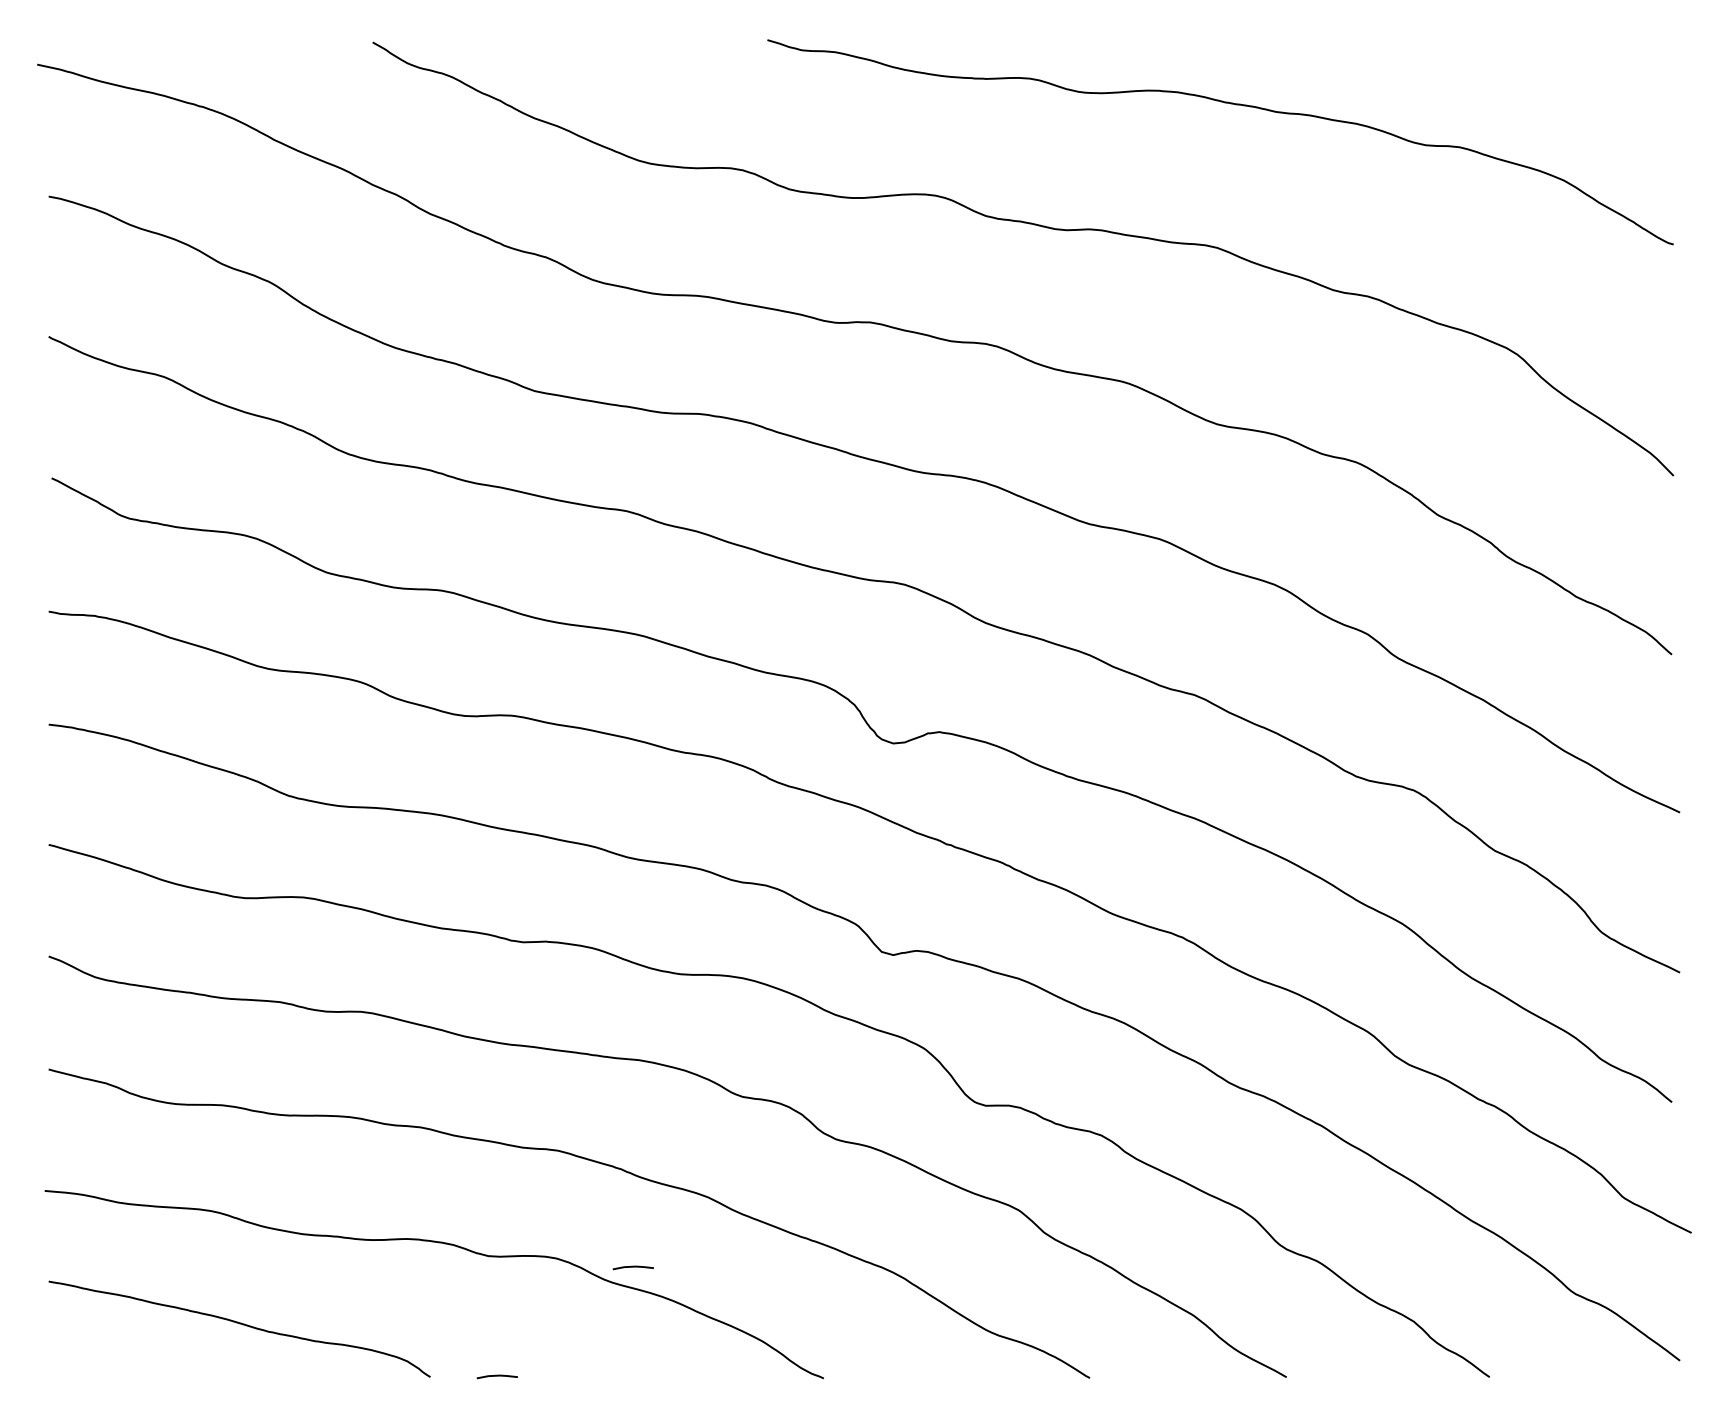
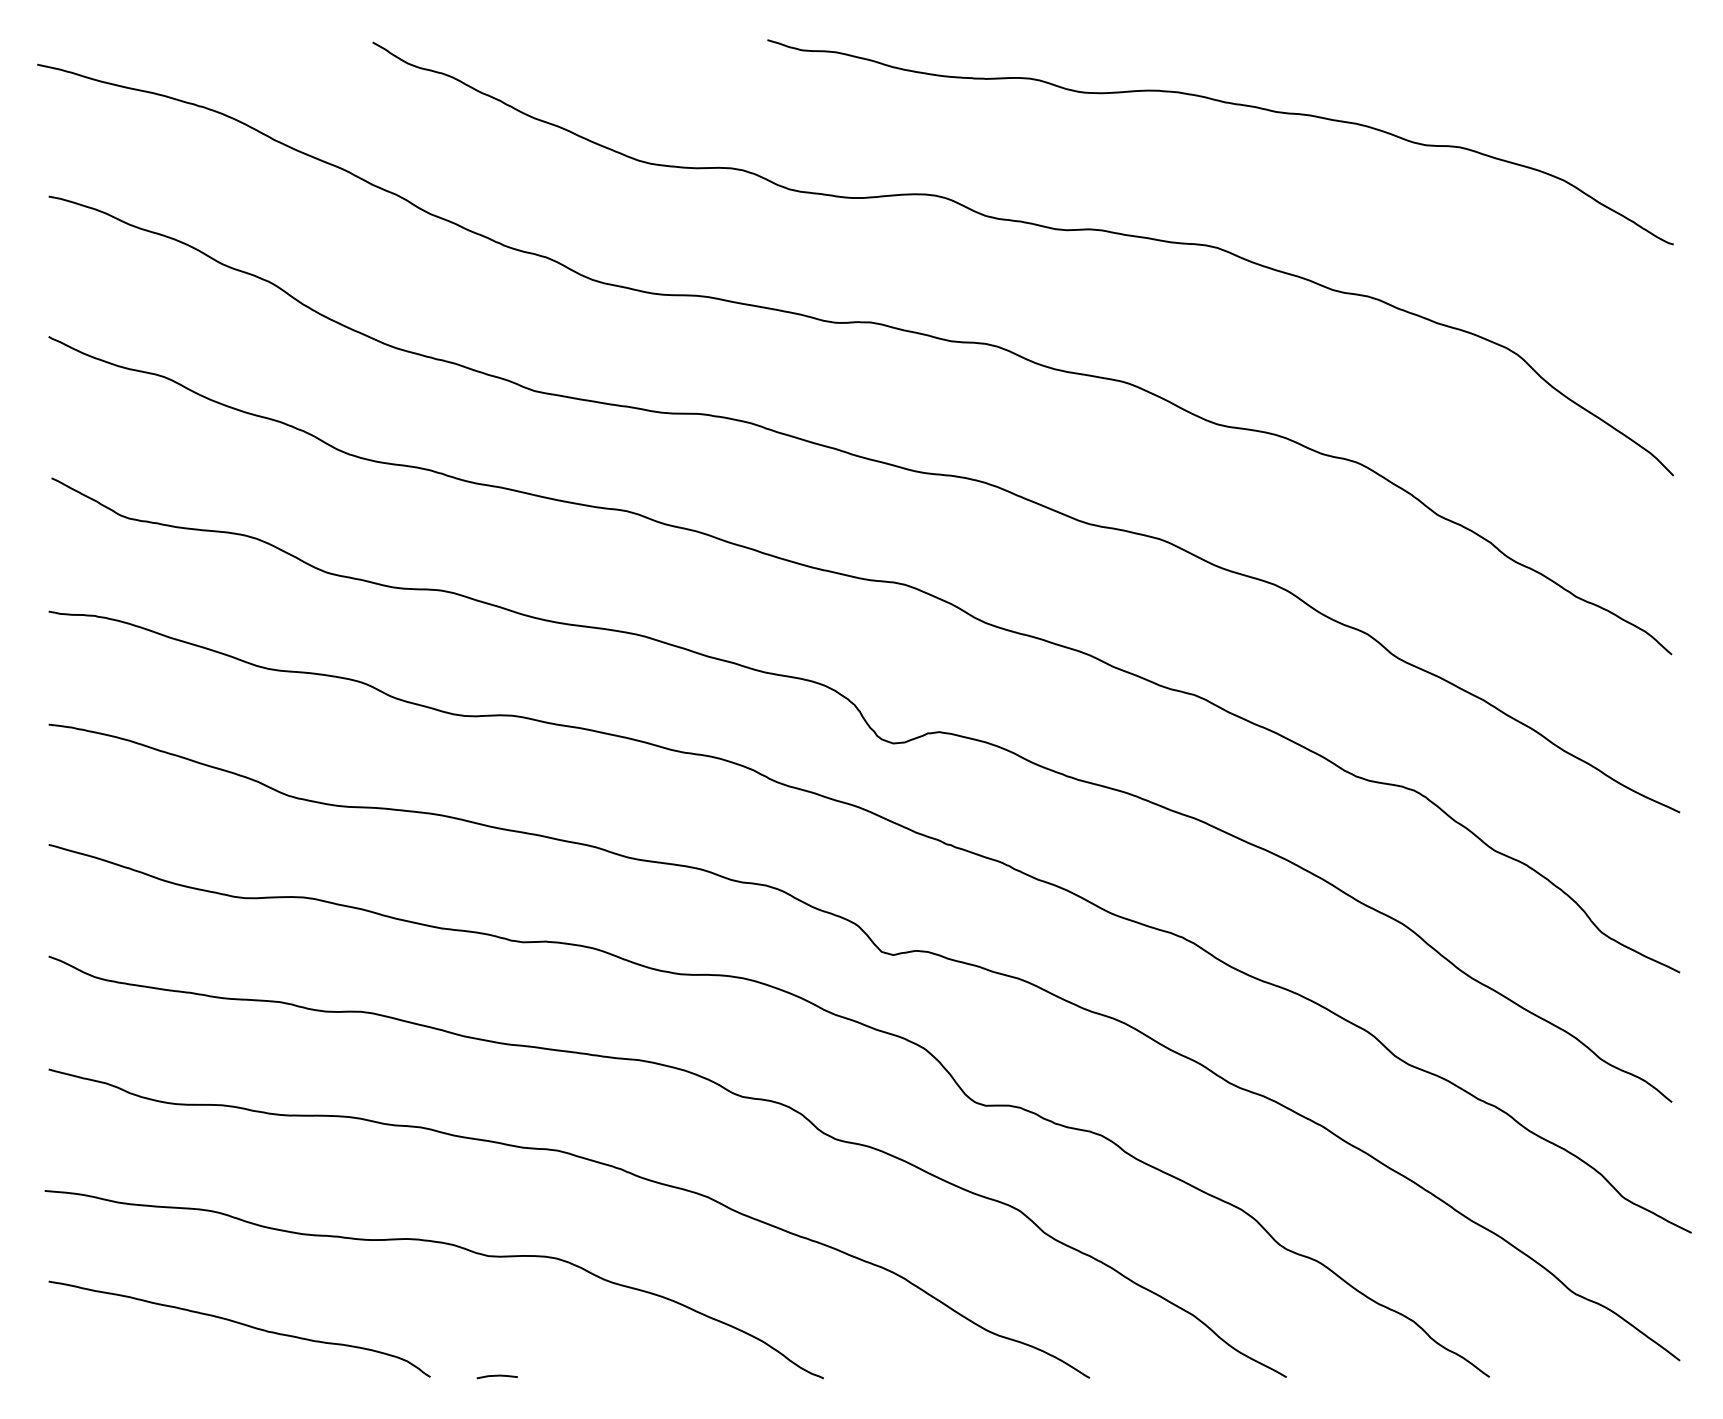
line at (632, 1267): present -> none
